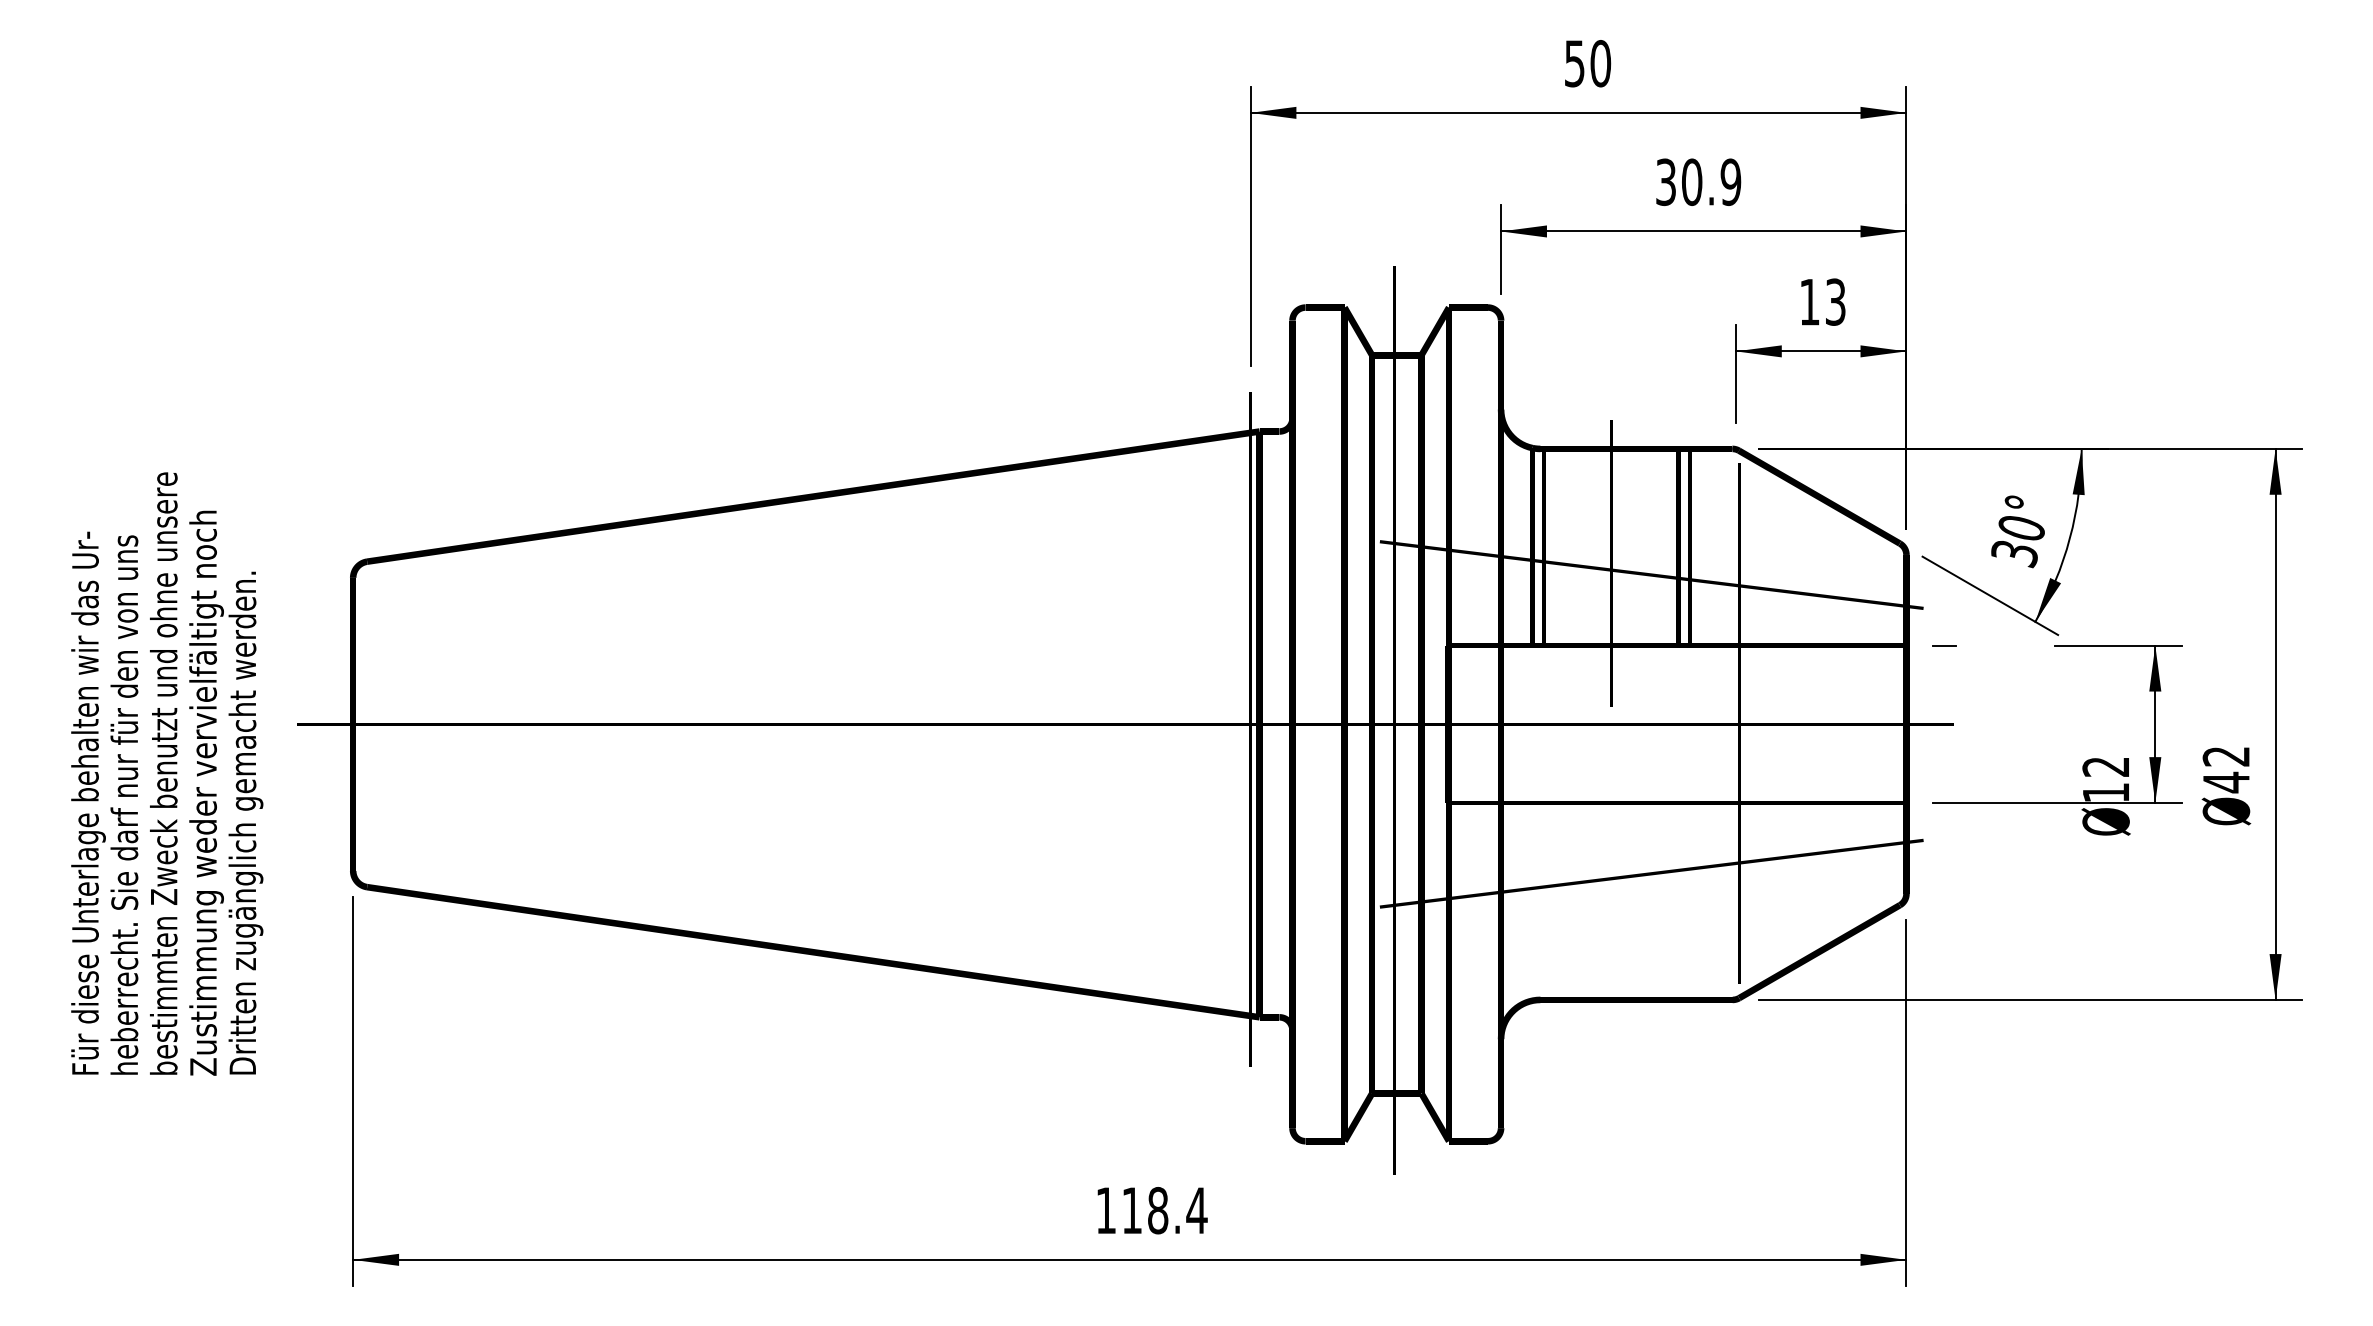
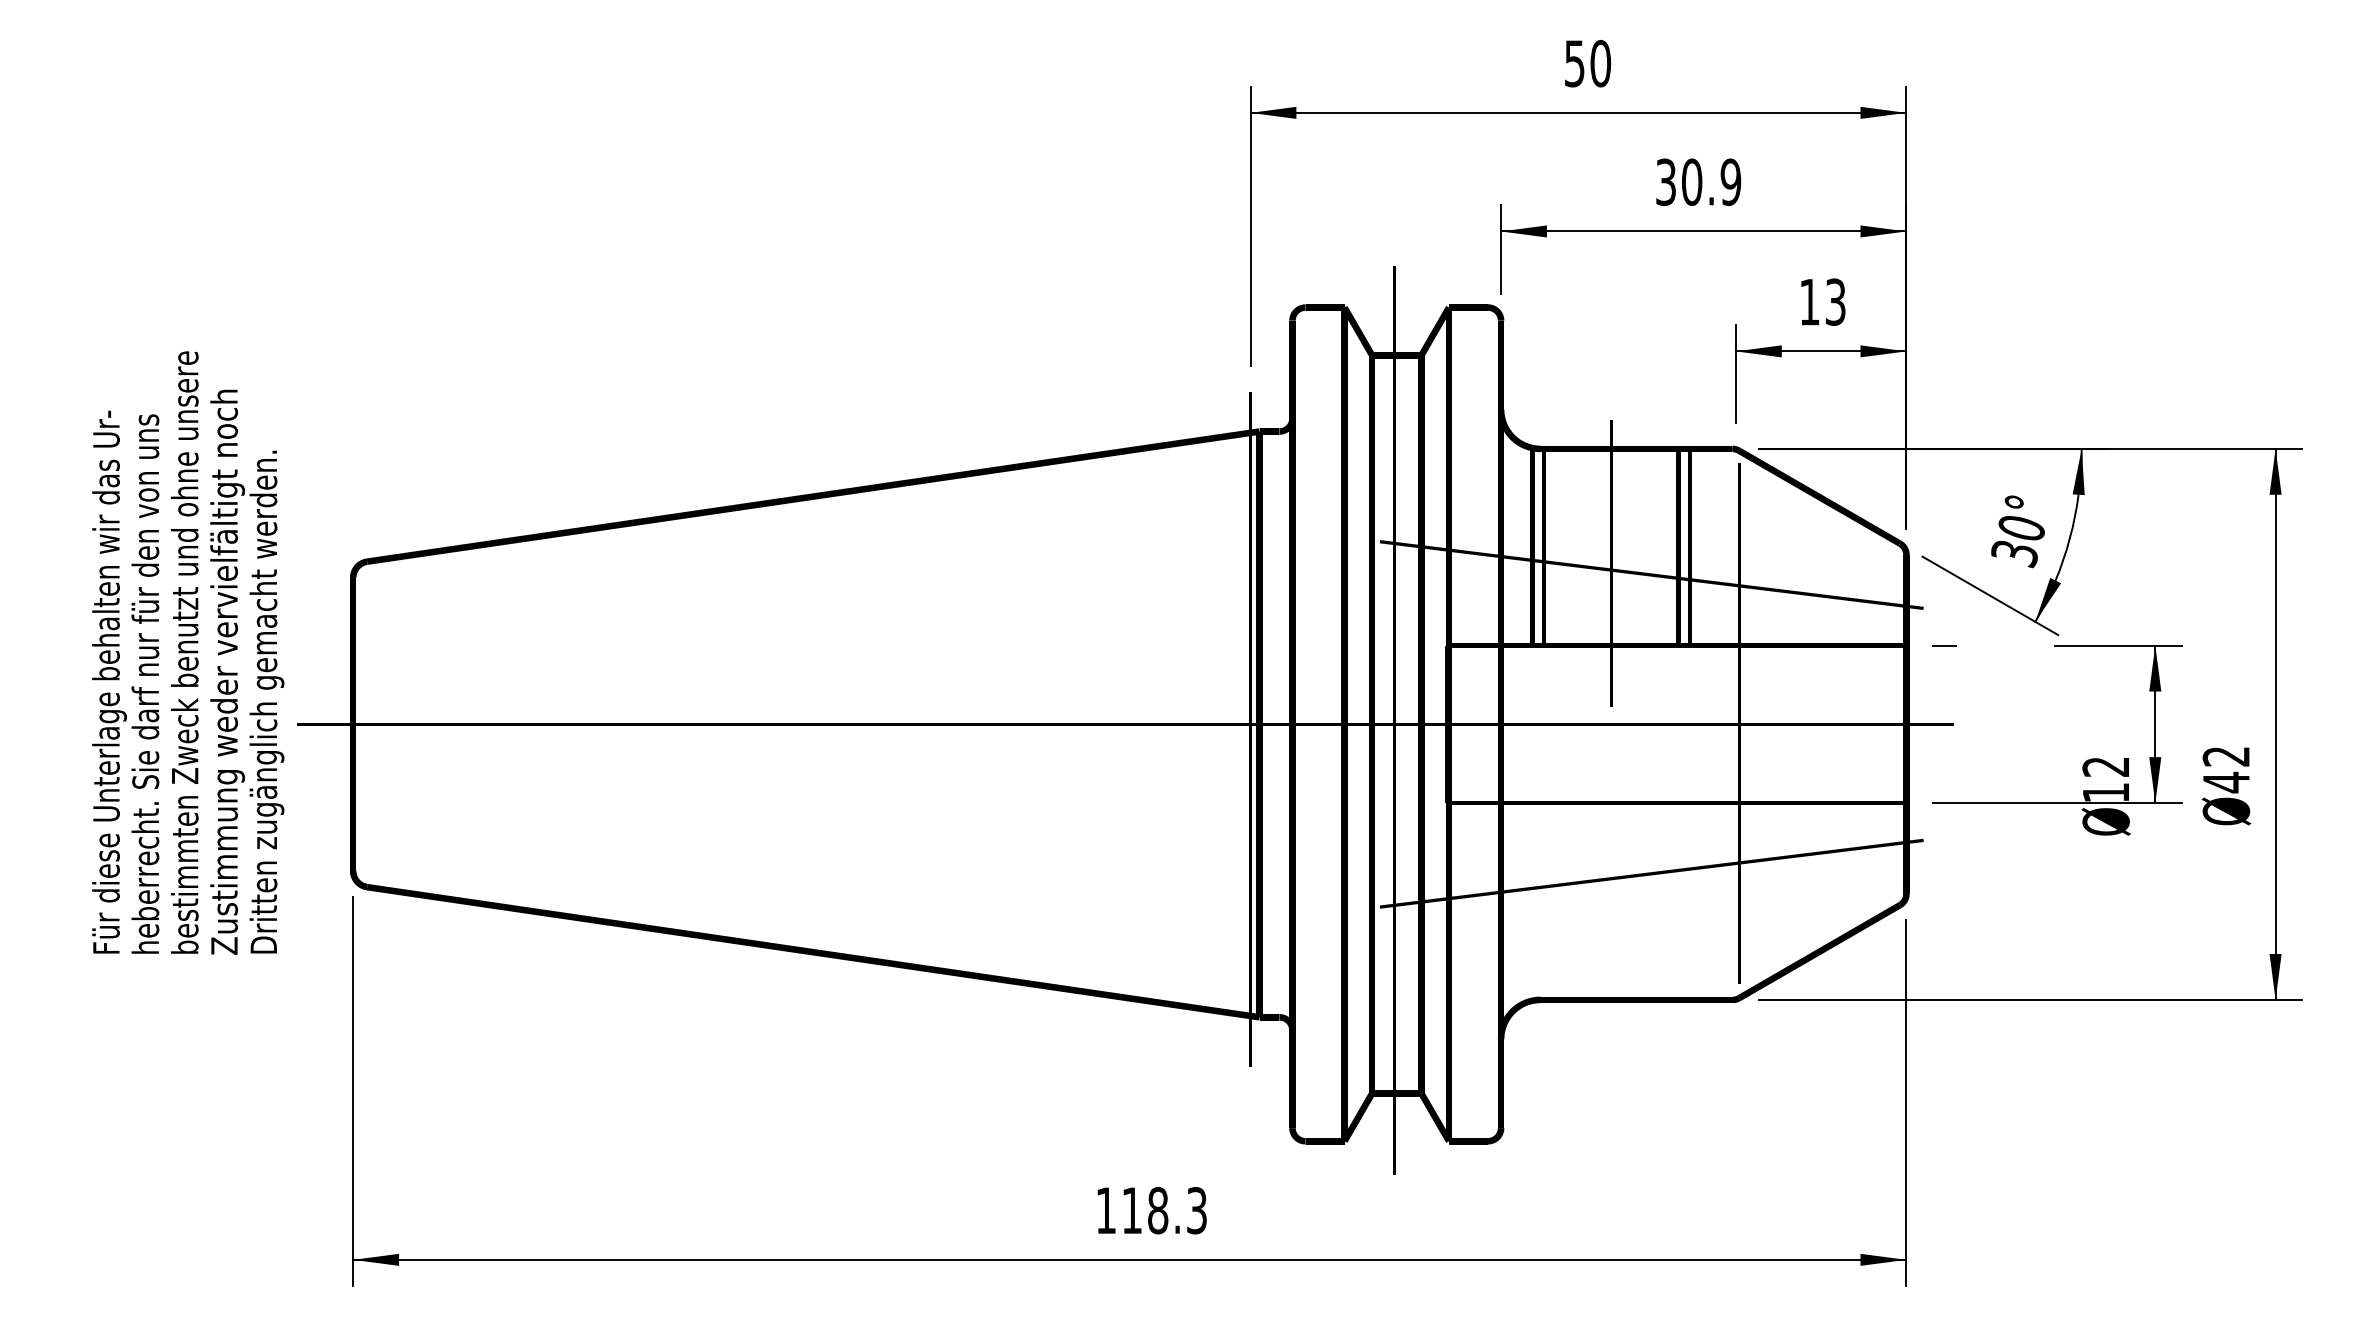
text at (167, 773) position: (167, 773) -> (188, 652)
text at (1196, 1210): 118.4 -> 118.3
